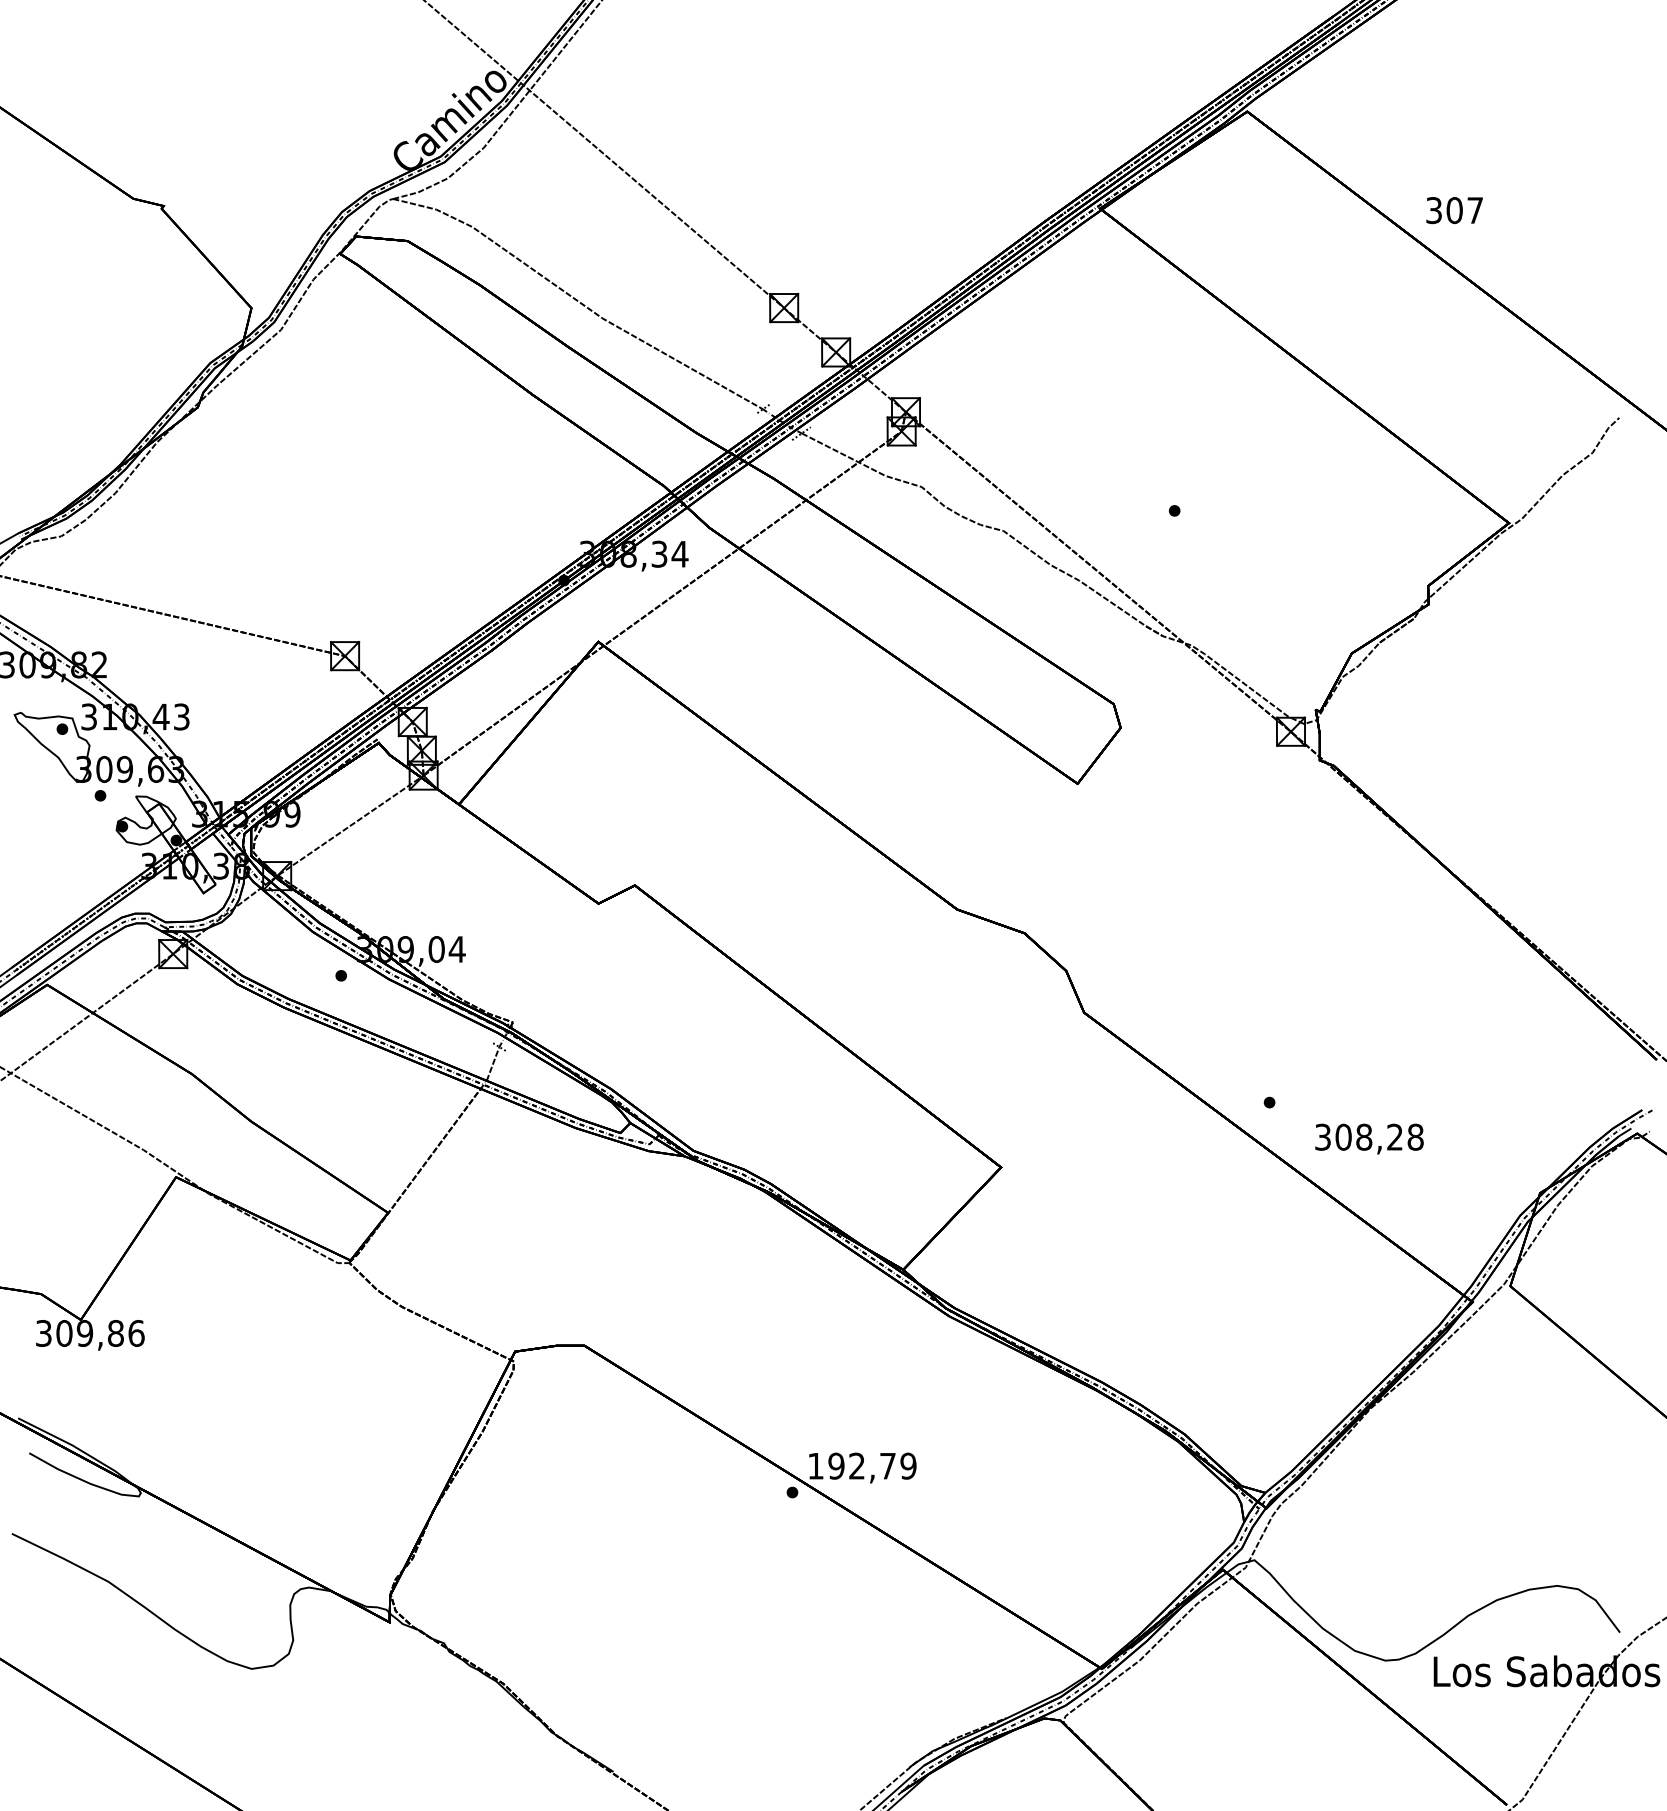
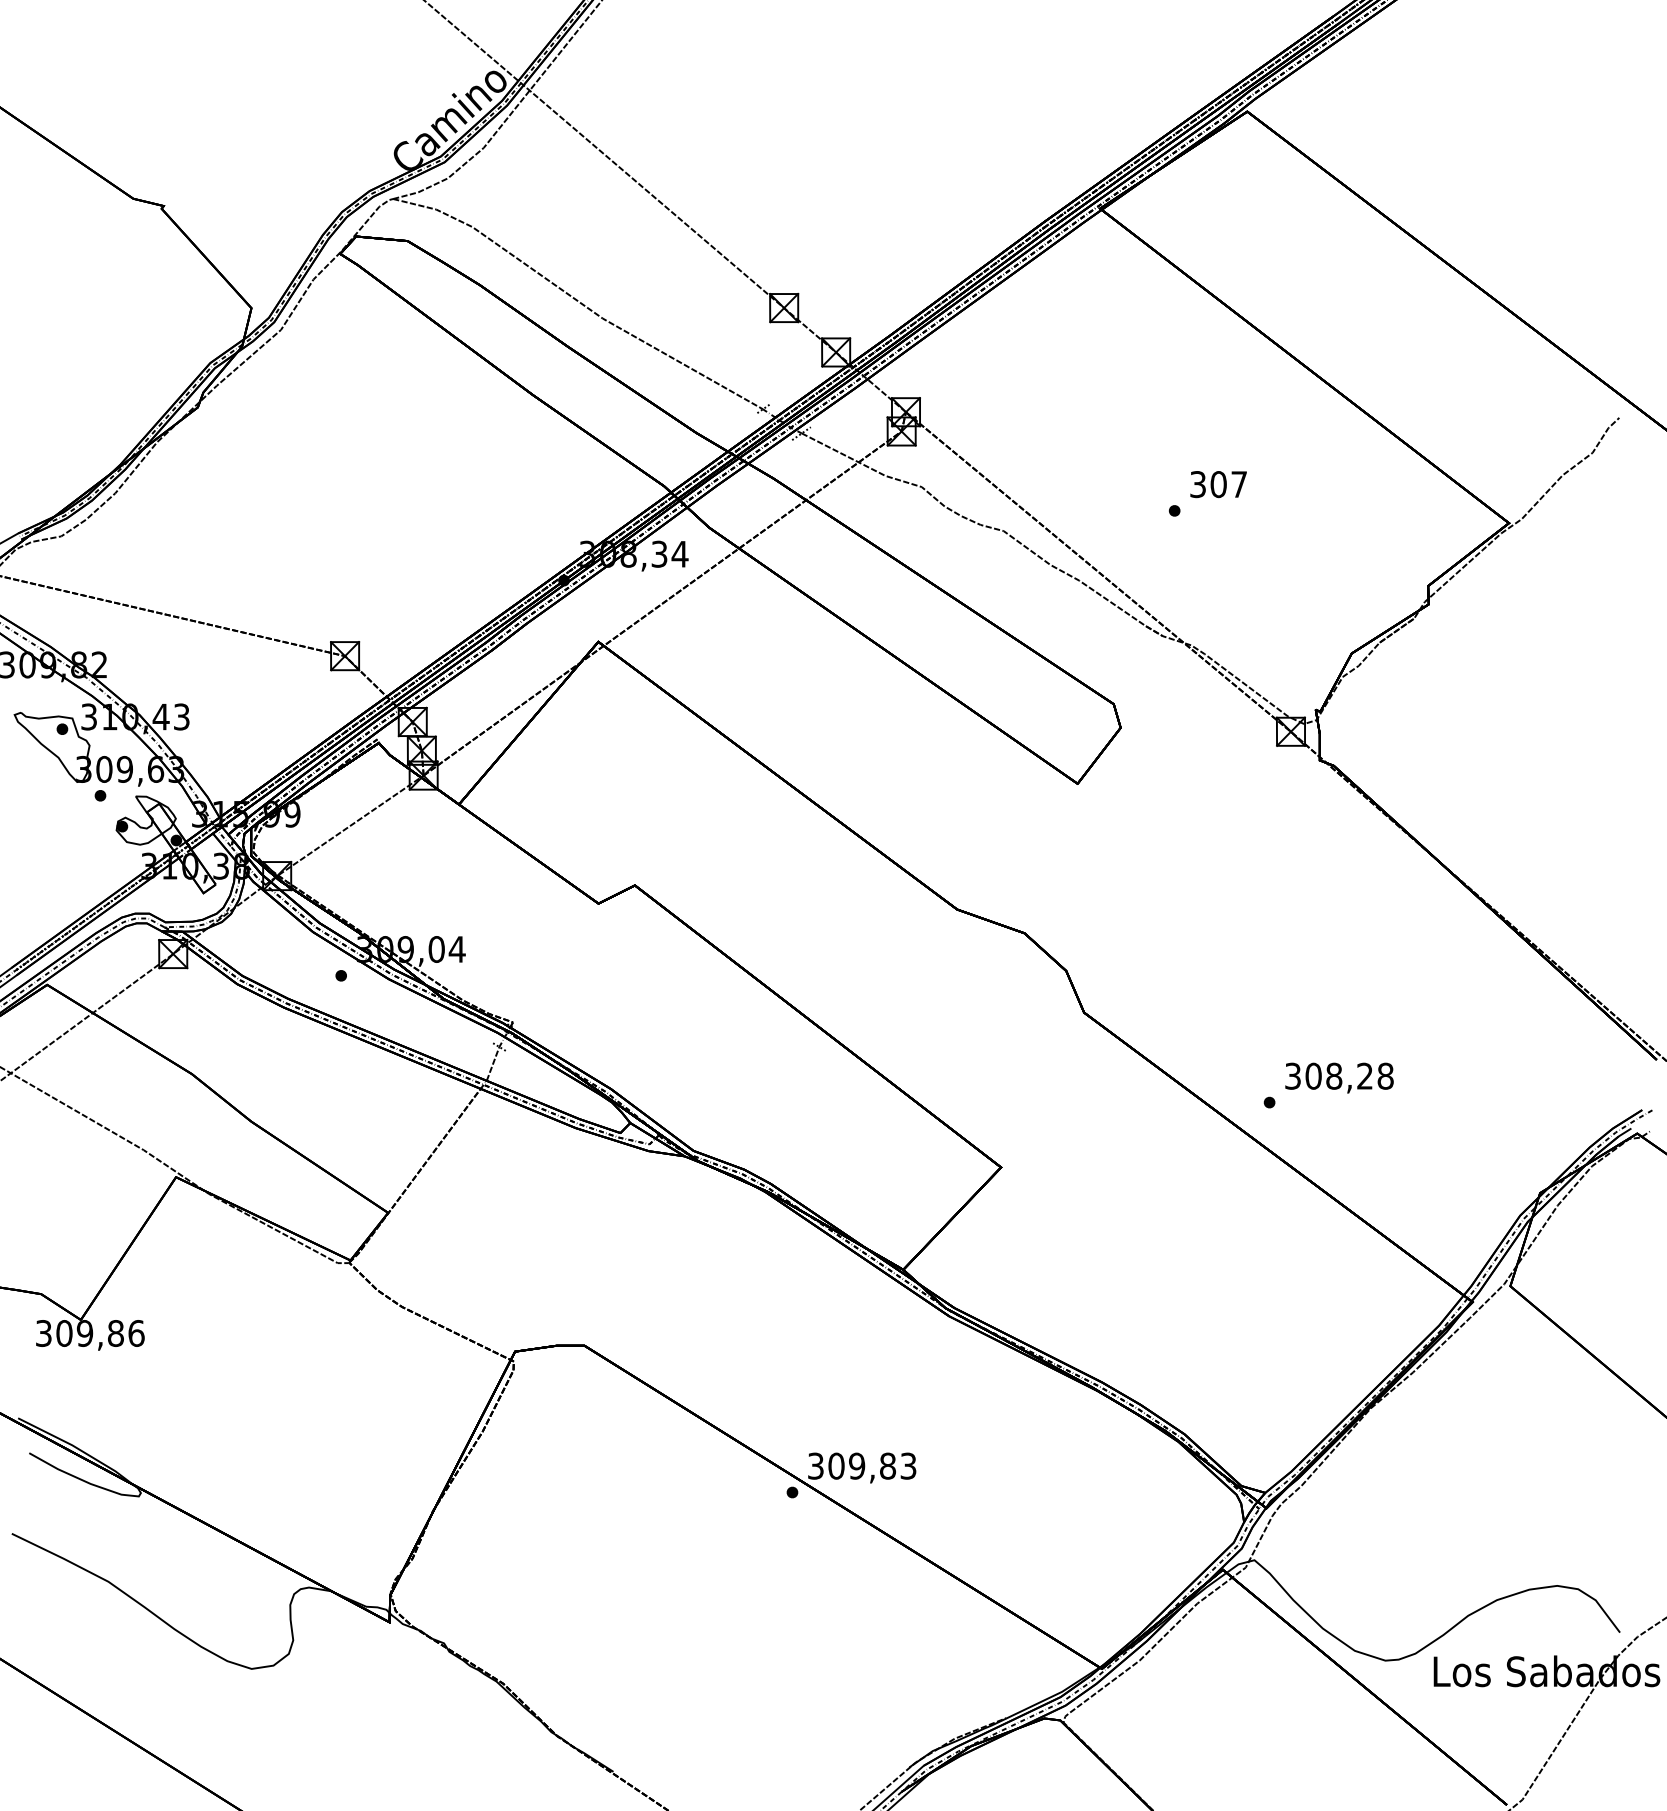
text at (1454, 210) position: (1454, 210) -> (1218, 484)
text at (1369, 1138) position: (1369, 1138) -> (1339, 1077)
text at (862, 1465): 192,79 -> 309,83
